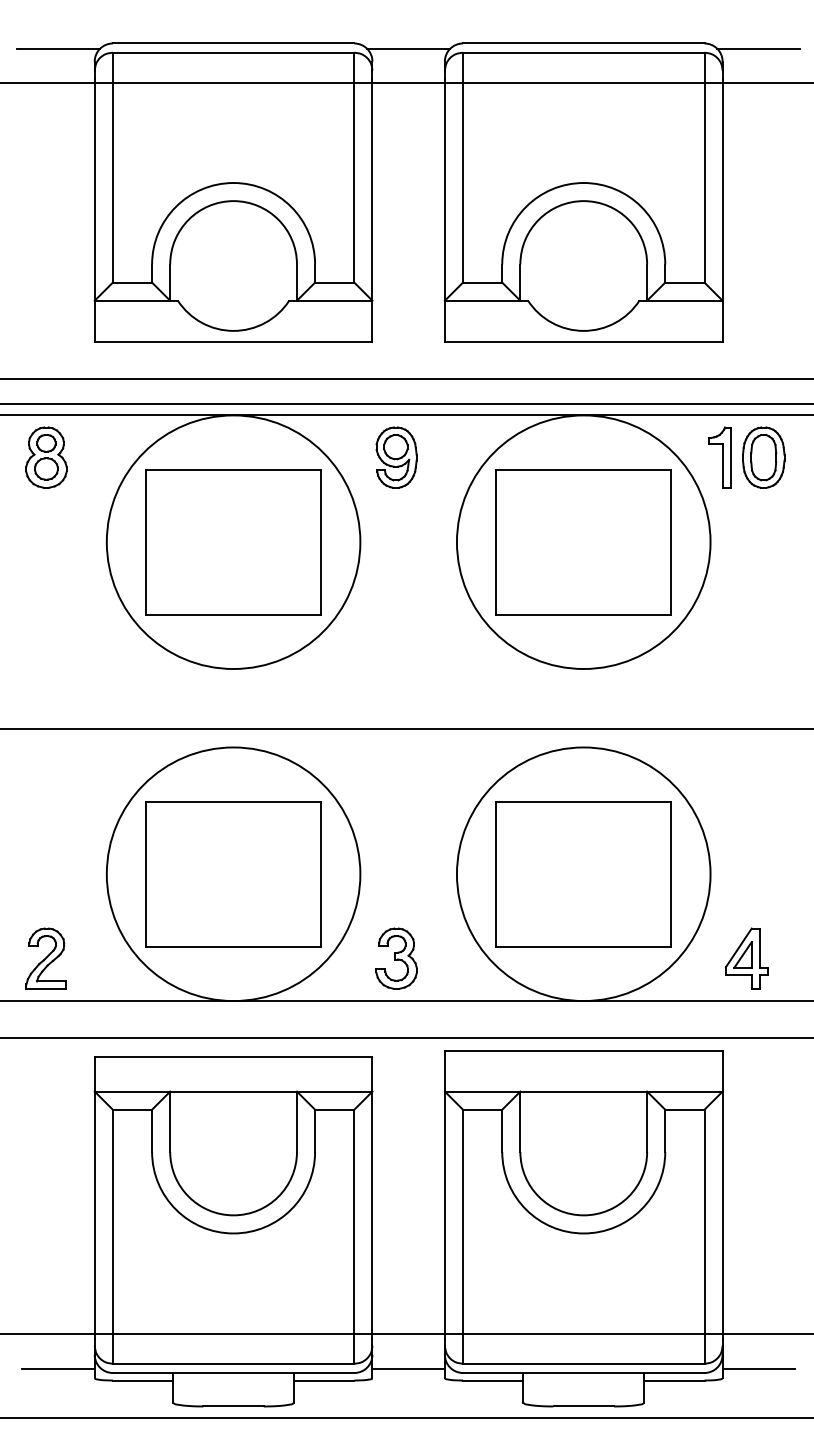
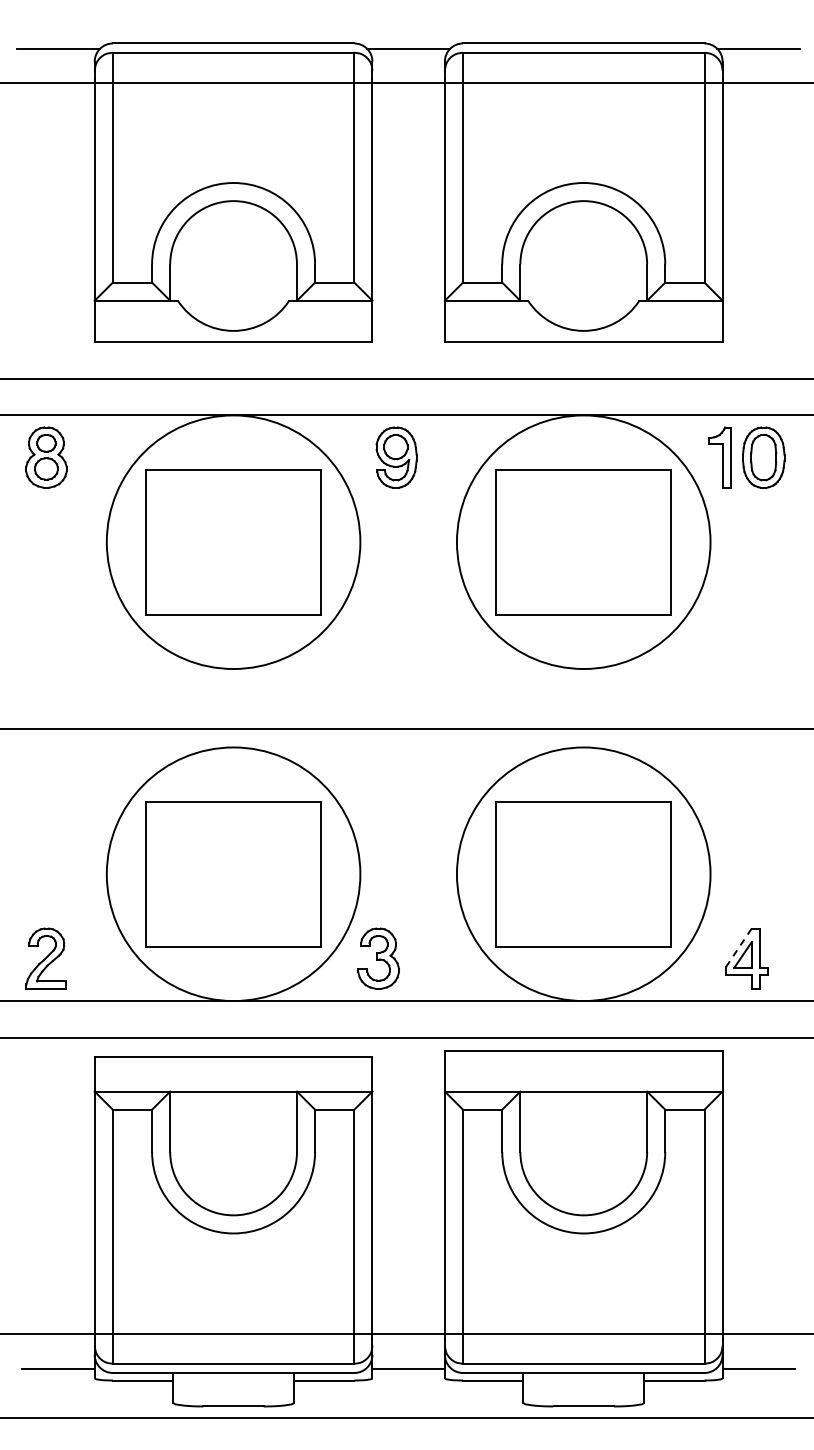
line at (406, 403): present -> none
line at (739, 947): solid -> dashed
part at (396, 958) position: (396, 958) -> (378, 958)
